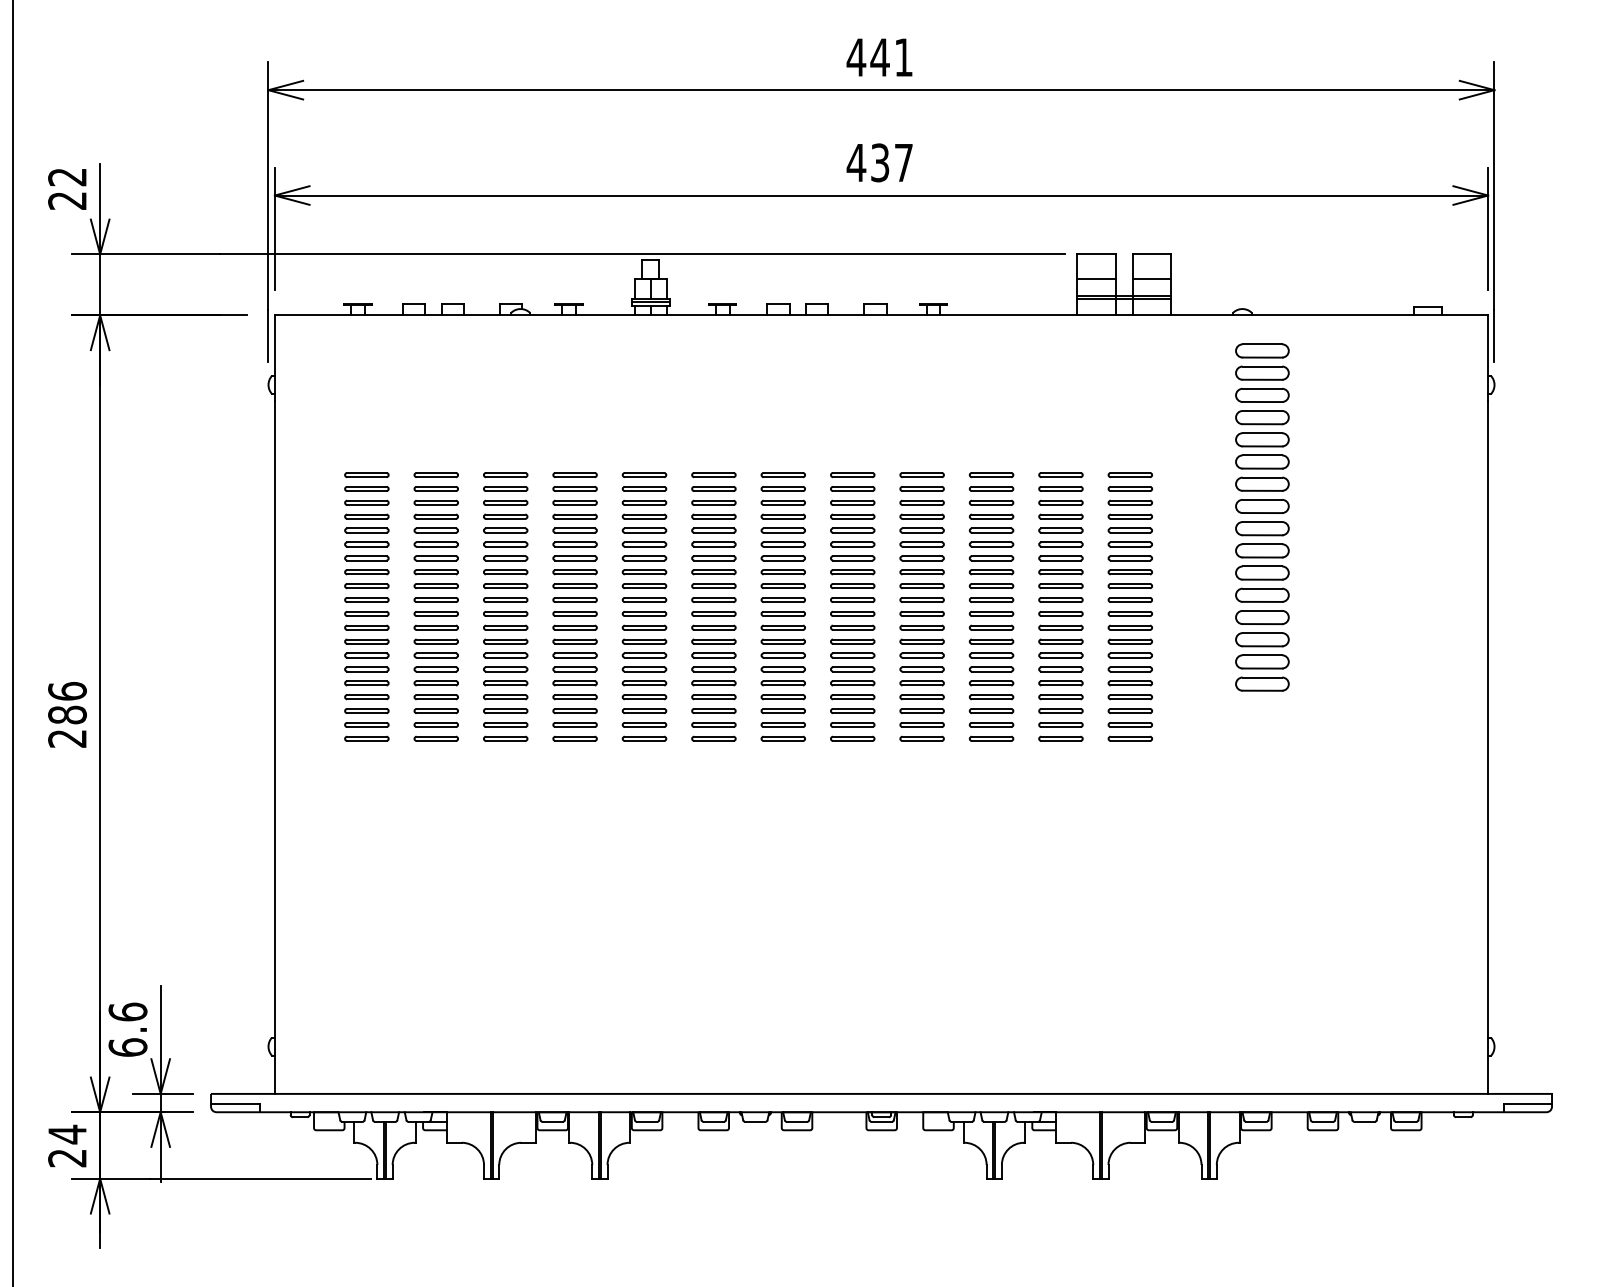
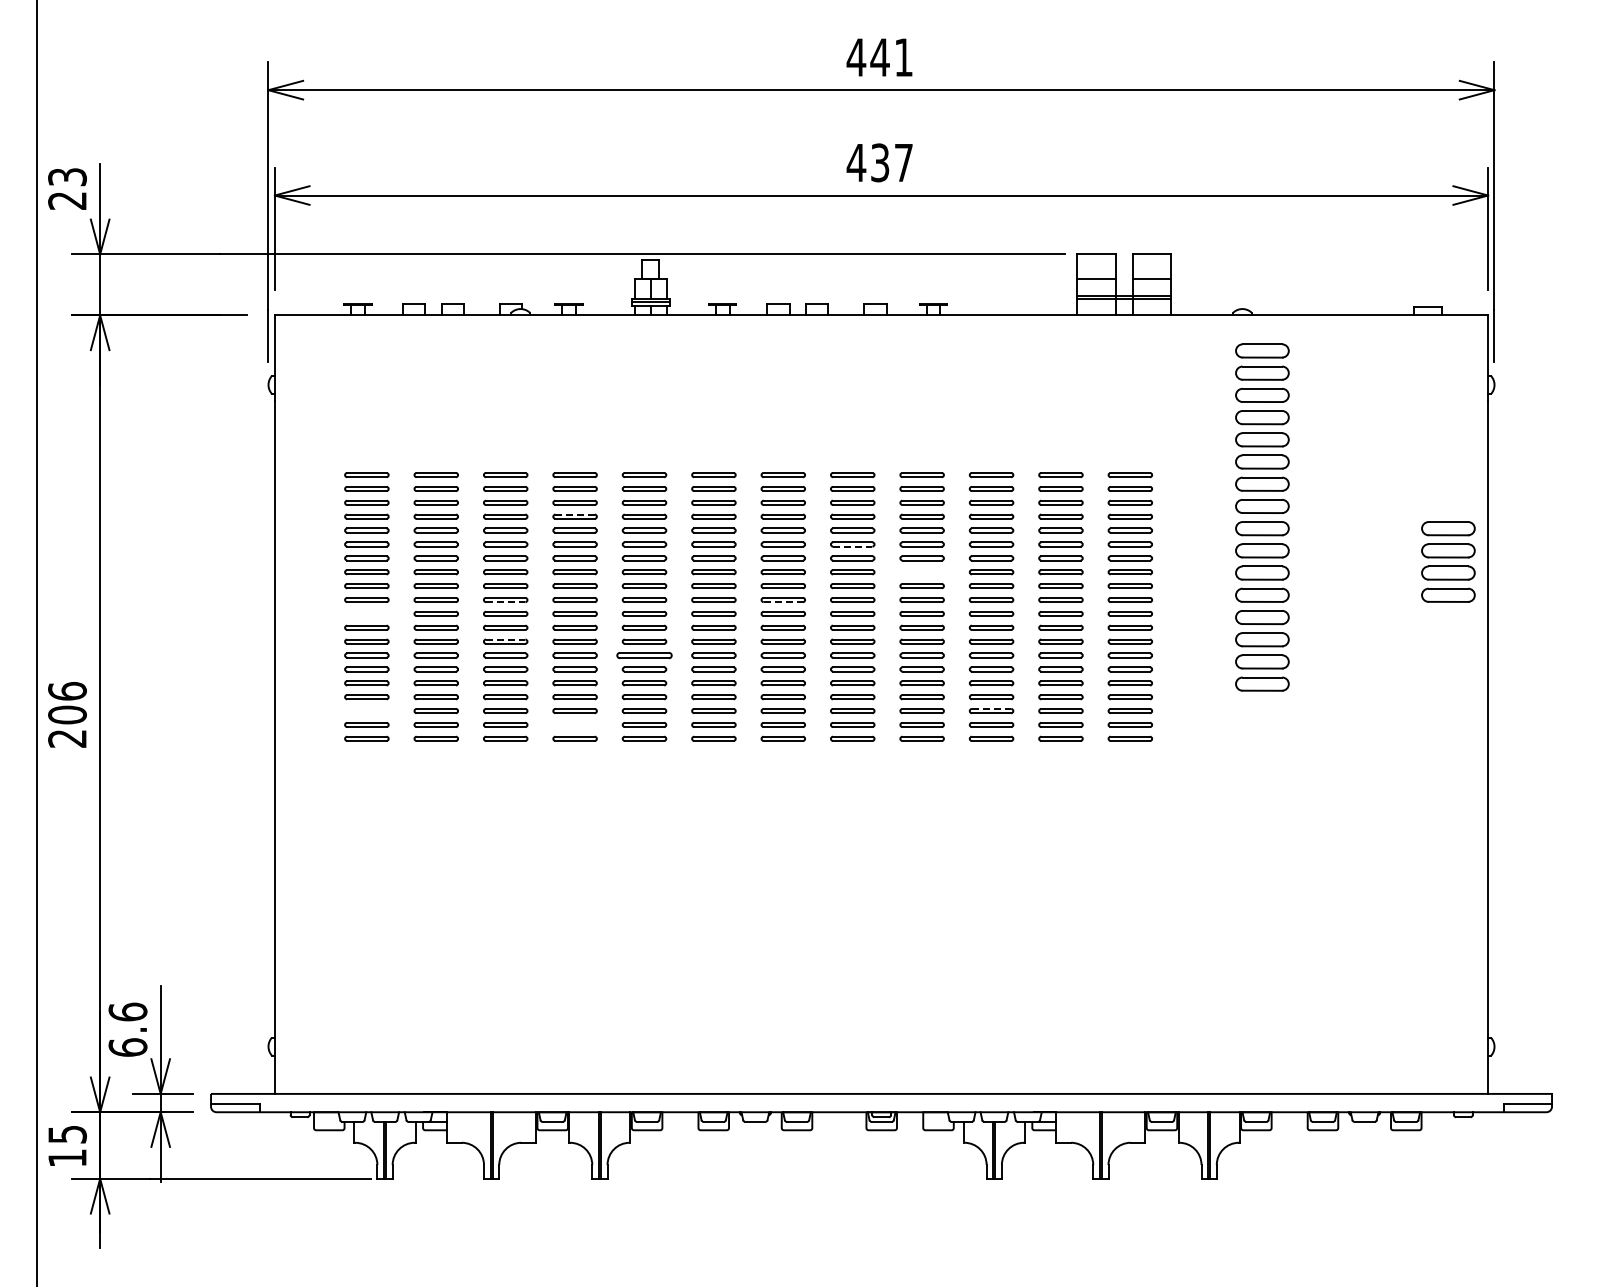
text at (67, 177): 22 -> 23
line at (575, 514): solid -> dashed
line at (852, 546): solid -> dashed
part at (1448, 561): none -> present
part at (921, 572): present -> none
line at (505, 602): solid -> dashed
line at (783, 602): solid -> dashed
part at (366, 613): present -> none
line at (505, 639): solid -> dashed
line at (12, 642) position: (12, 642) -> (36, 642)
part at (644, 655) size: 47x7 px -> 57x8 px
line at (991, 708): solid -> dashed
part at (366, 710): present -> none
text at (67, 714): 286 -> 206
part at (574, 724): present -> none
text at (67, 1145): 24 -> 15
